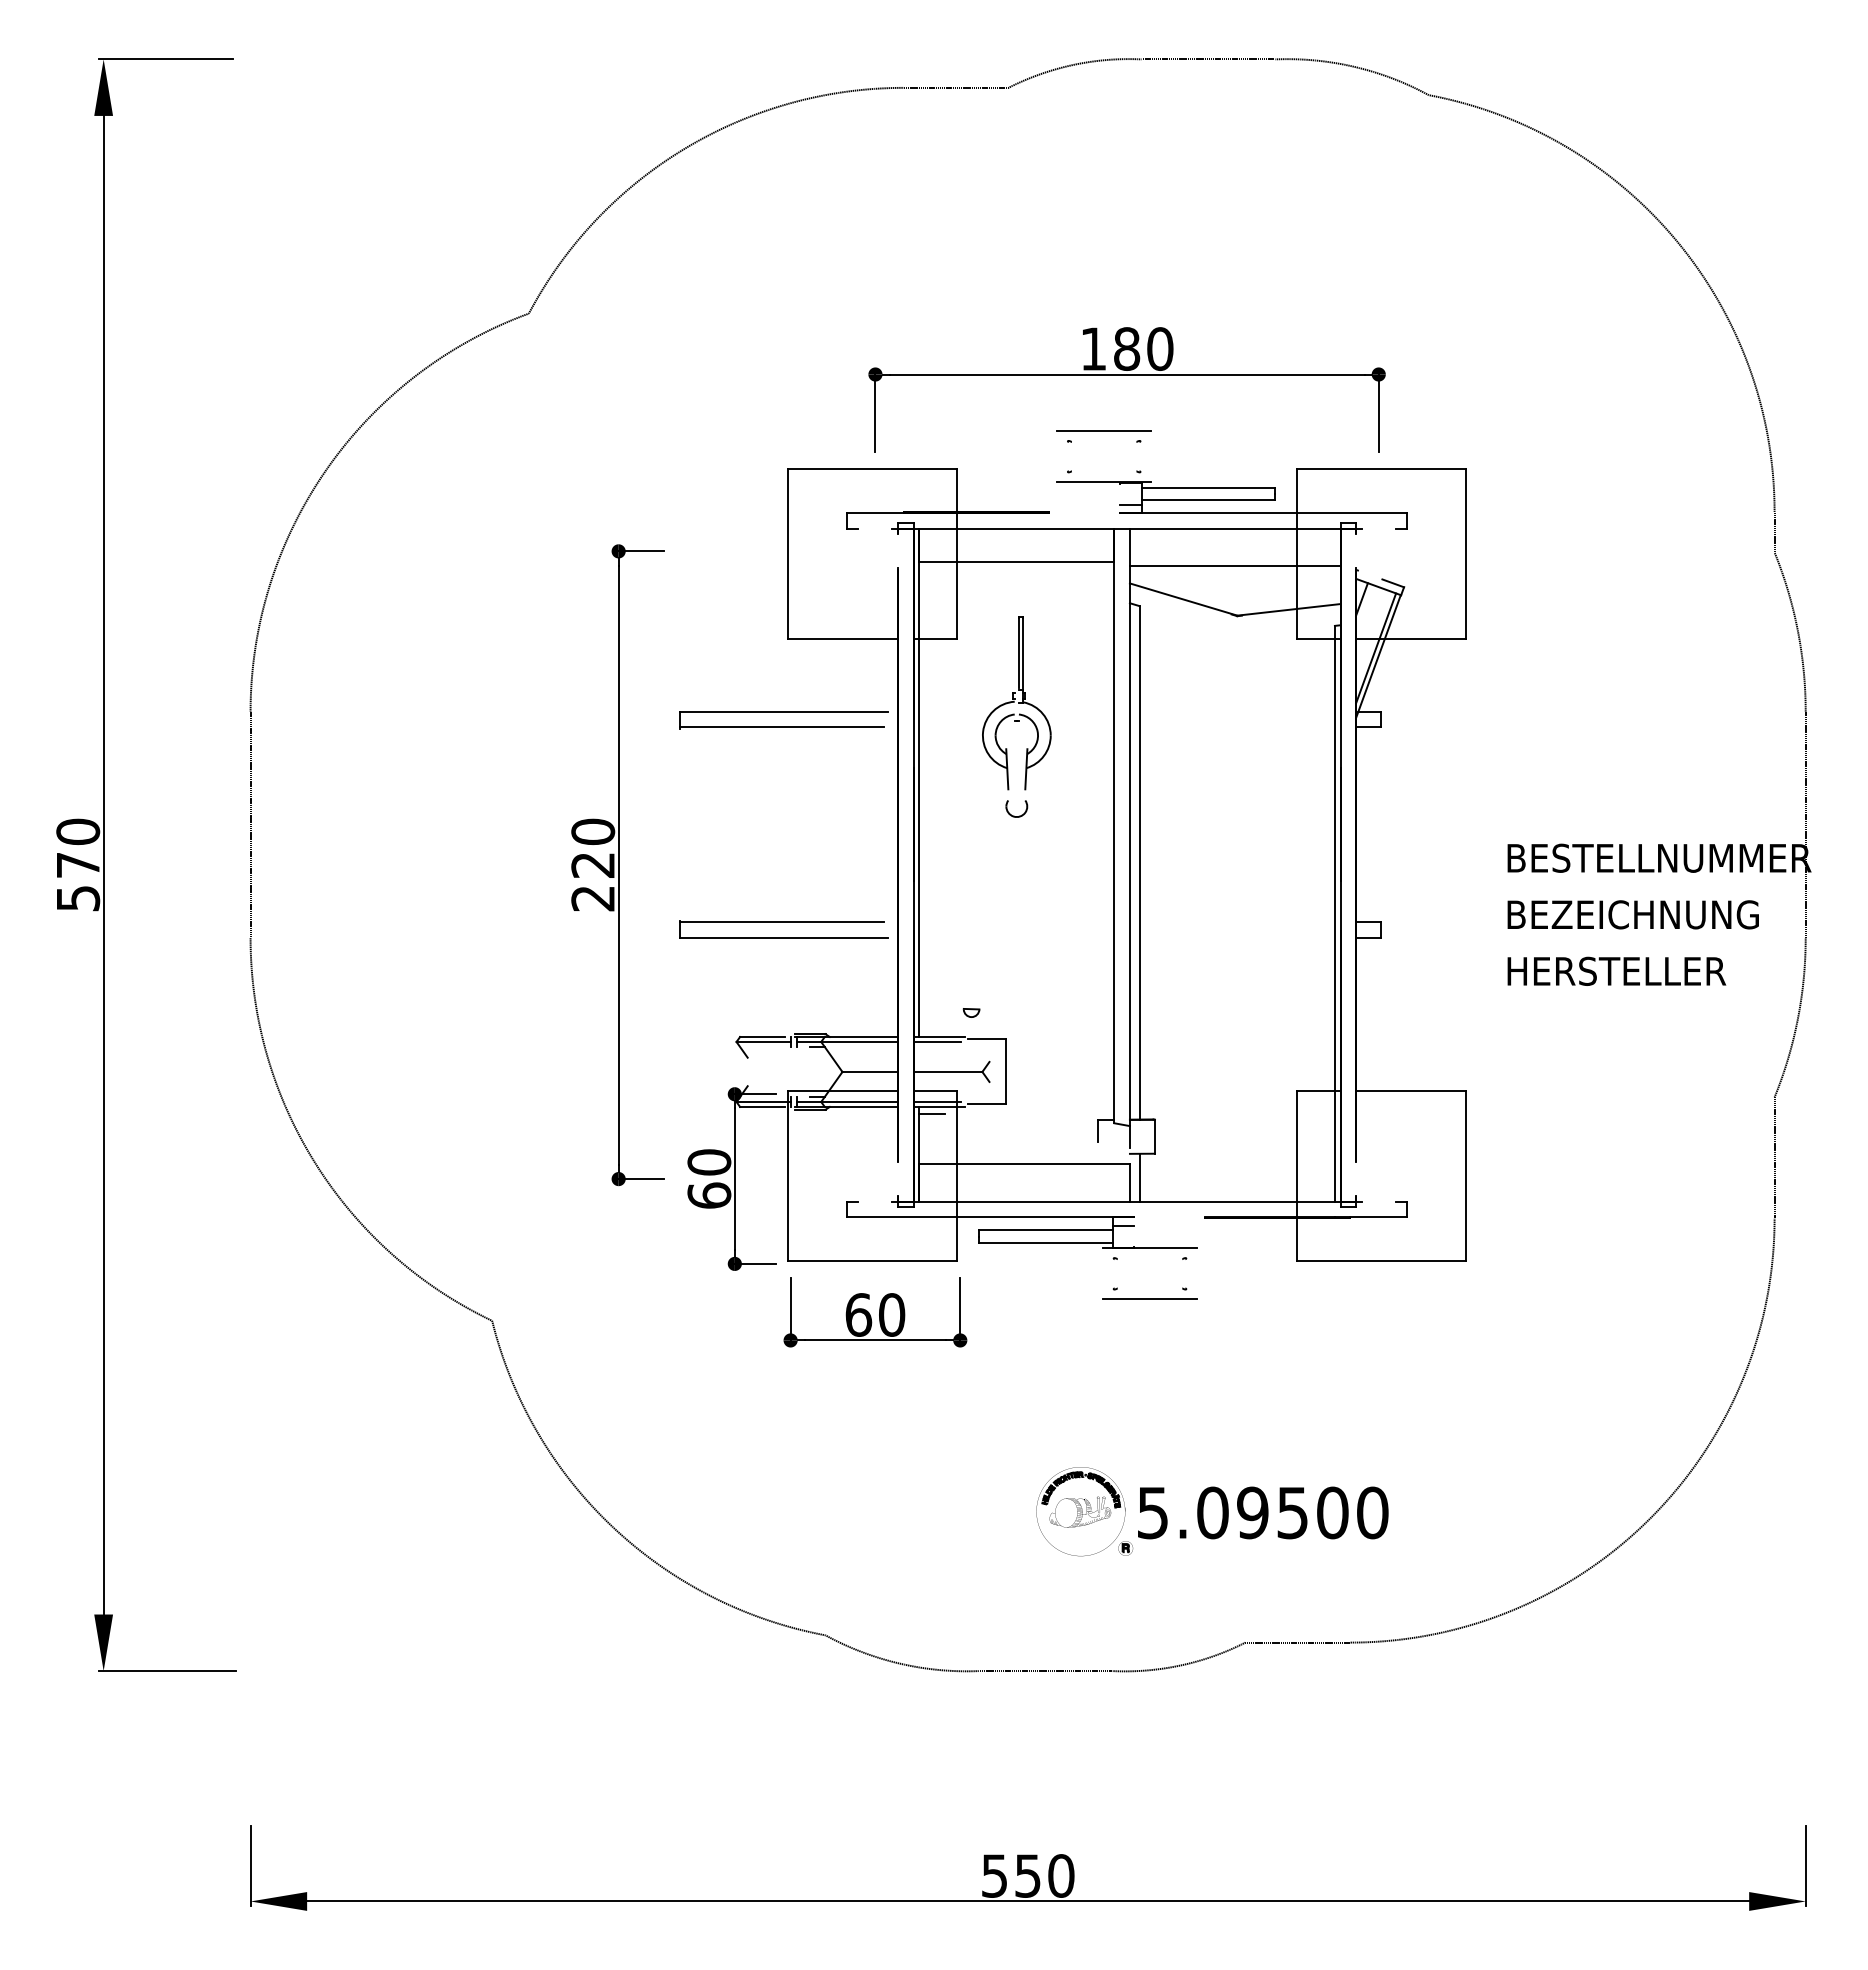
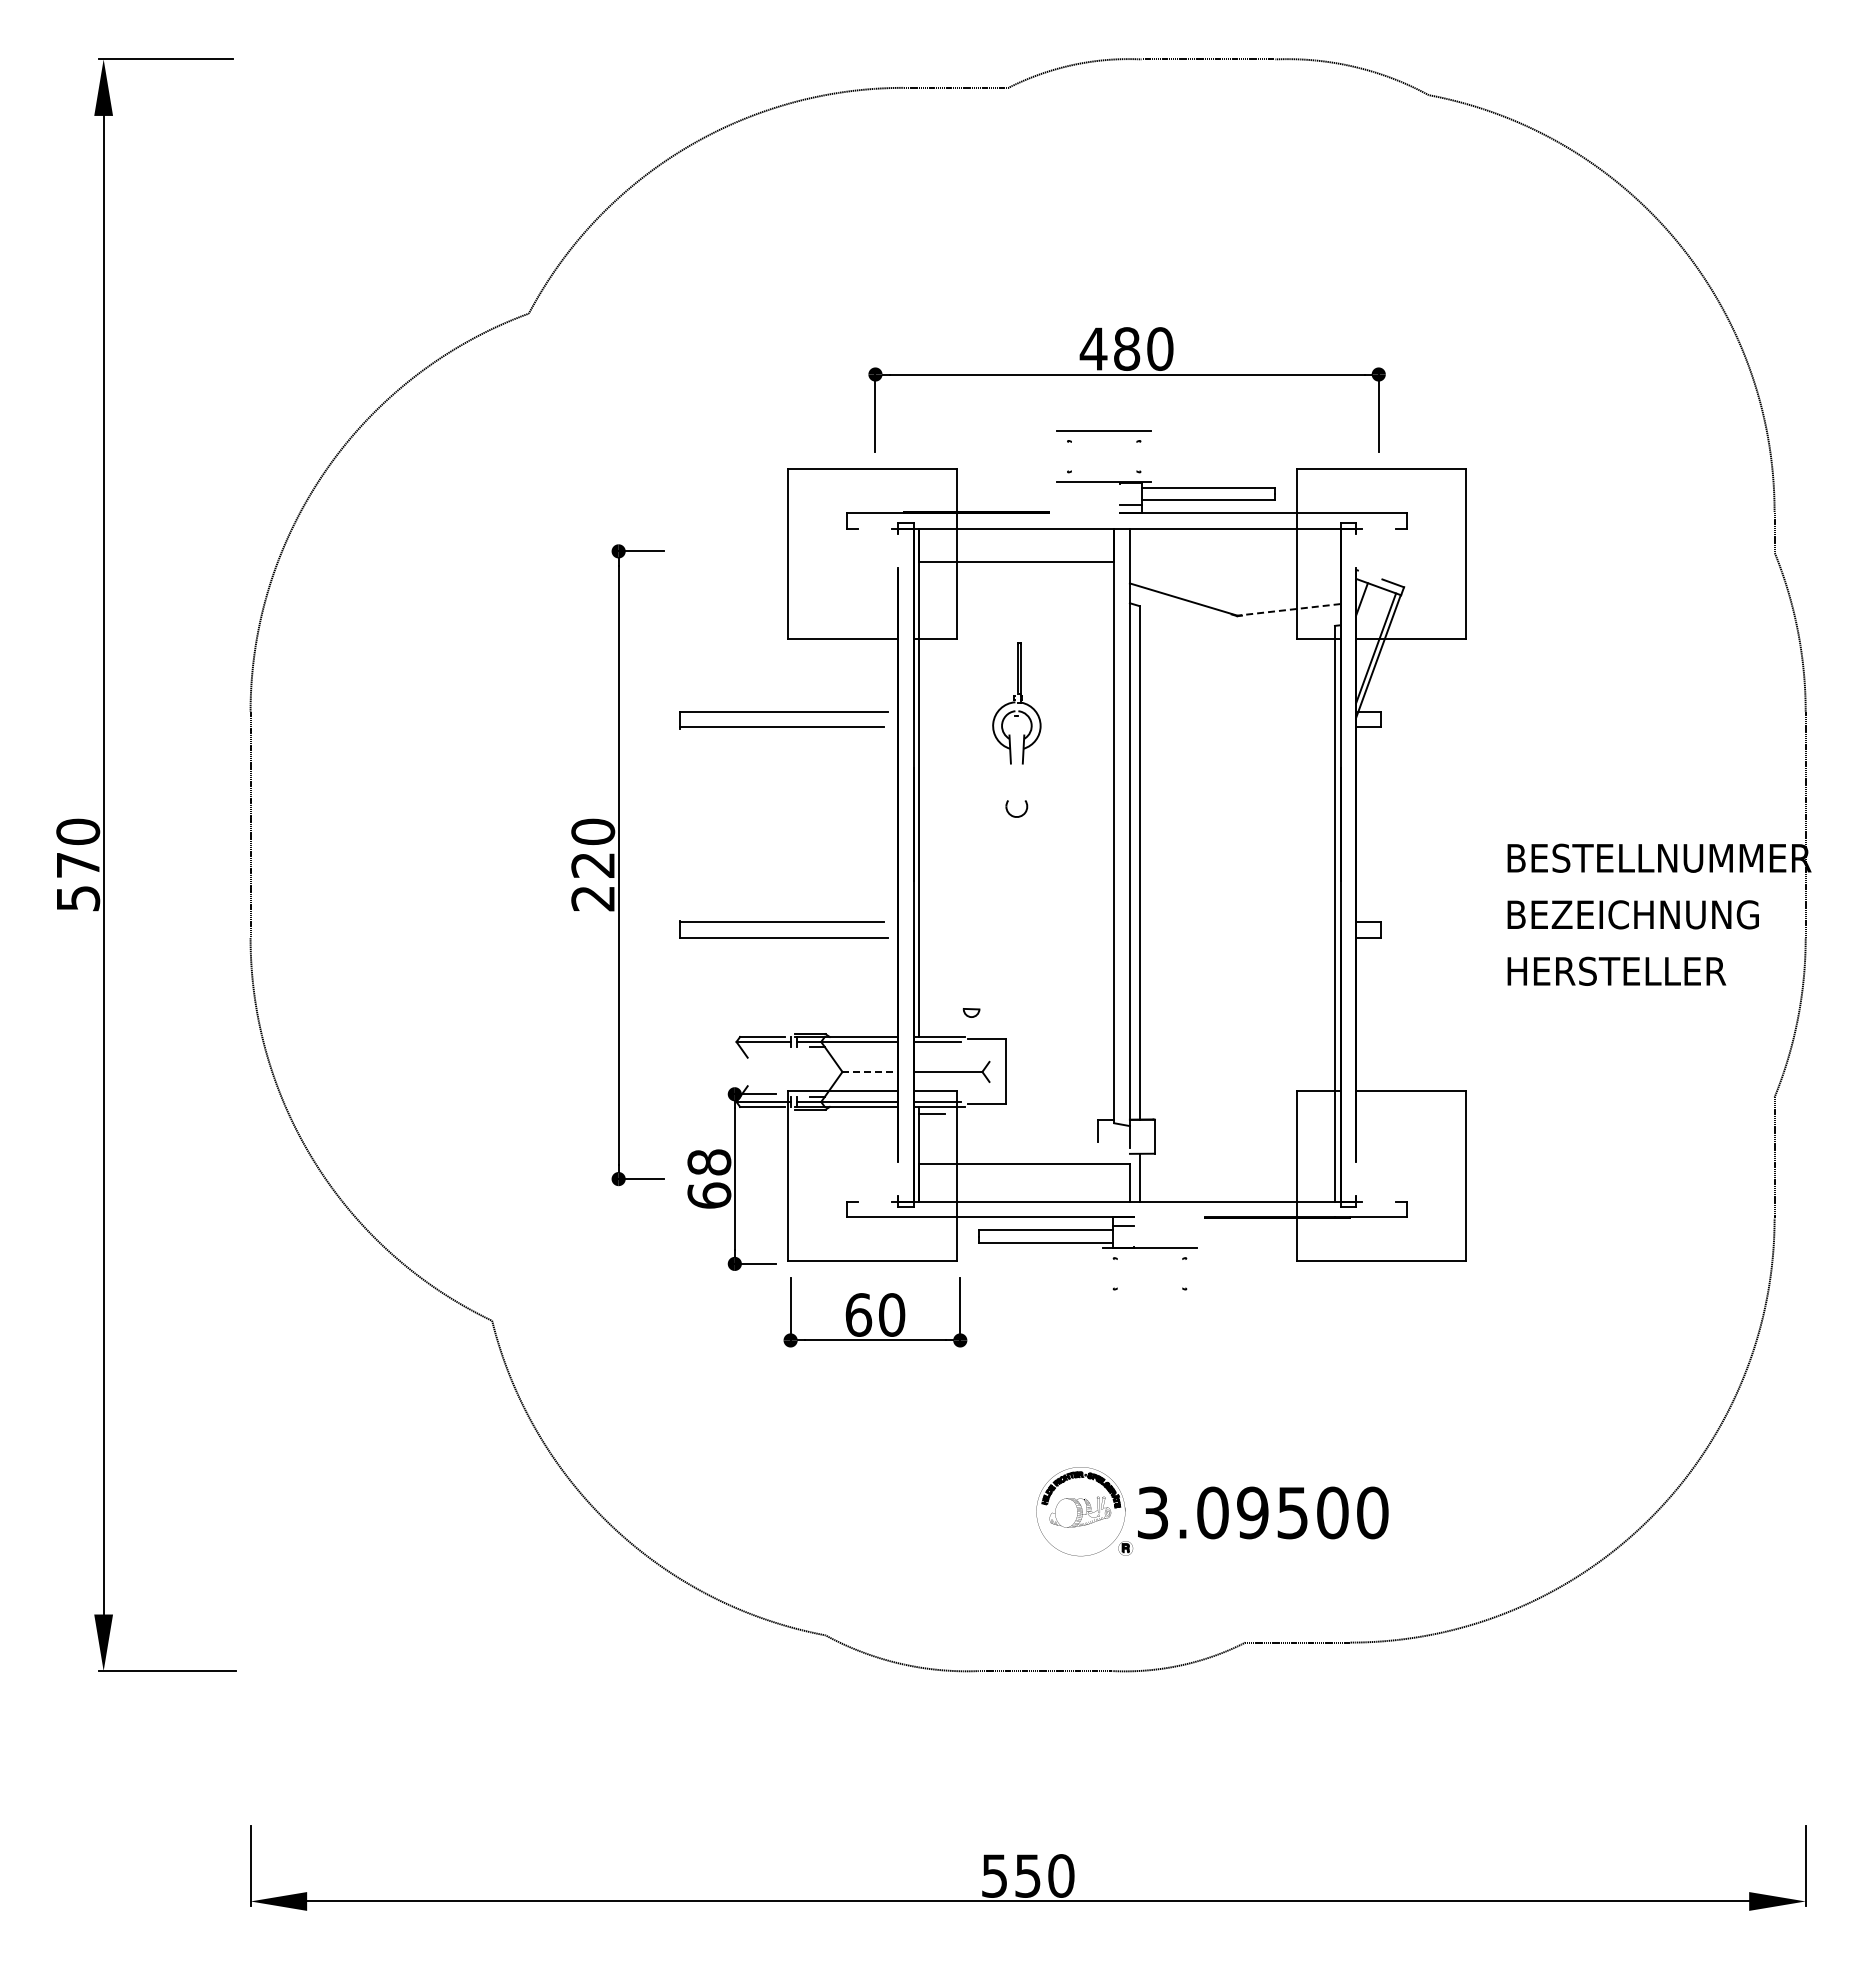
text at (1093, 348): 180 -> 480
line at (1234, 566): present -> none
line at (1288, 609): solid -> dashed
part at (1016, 703) size: 70x175 px -> 50x123 px
line at (870, 1071): solid -> dashed
text at (709, 1162): 60 -> 68
line at (1149, 1299): present -> none
text at (1152, 1512): 5.09500 -> 3.09500
